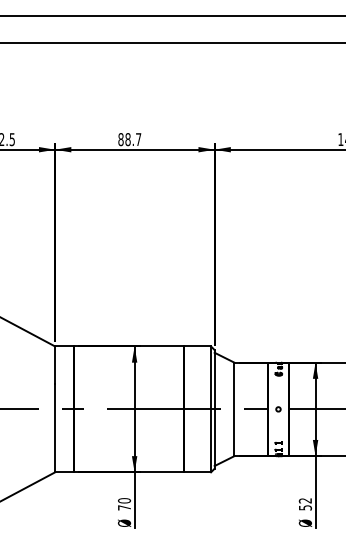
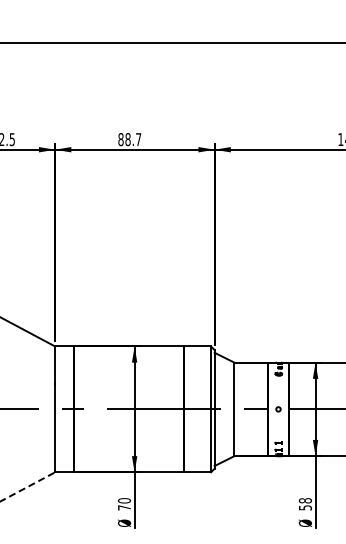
line at (172, 16): present -> none
line at (28, 486): solid -> dashed
text at (305, 500): 52 -> 58
